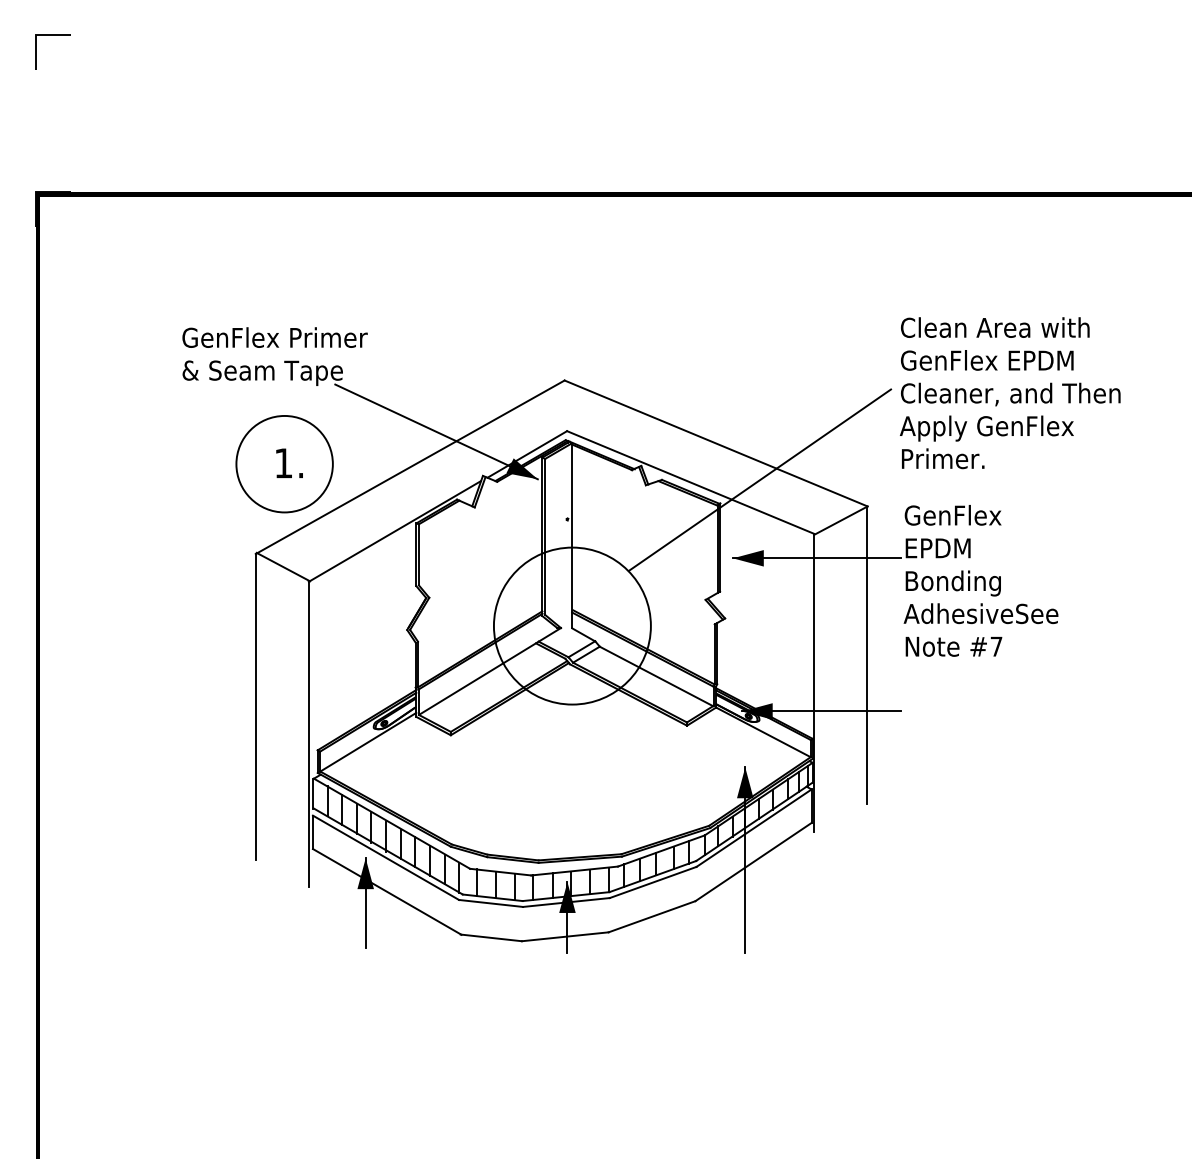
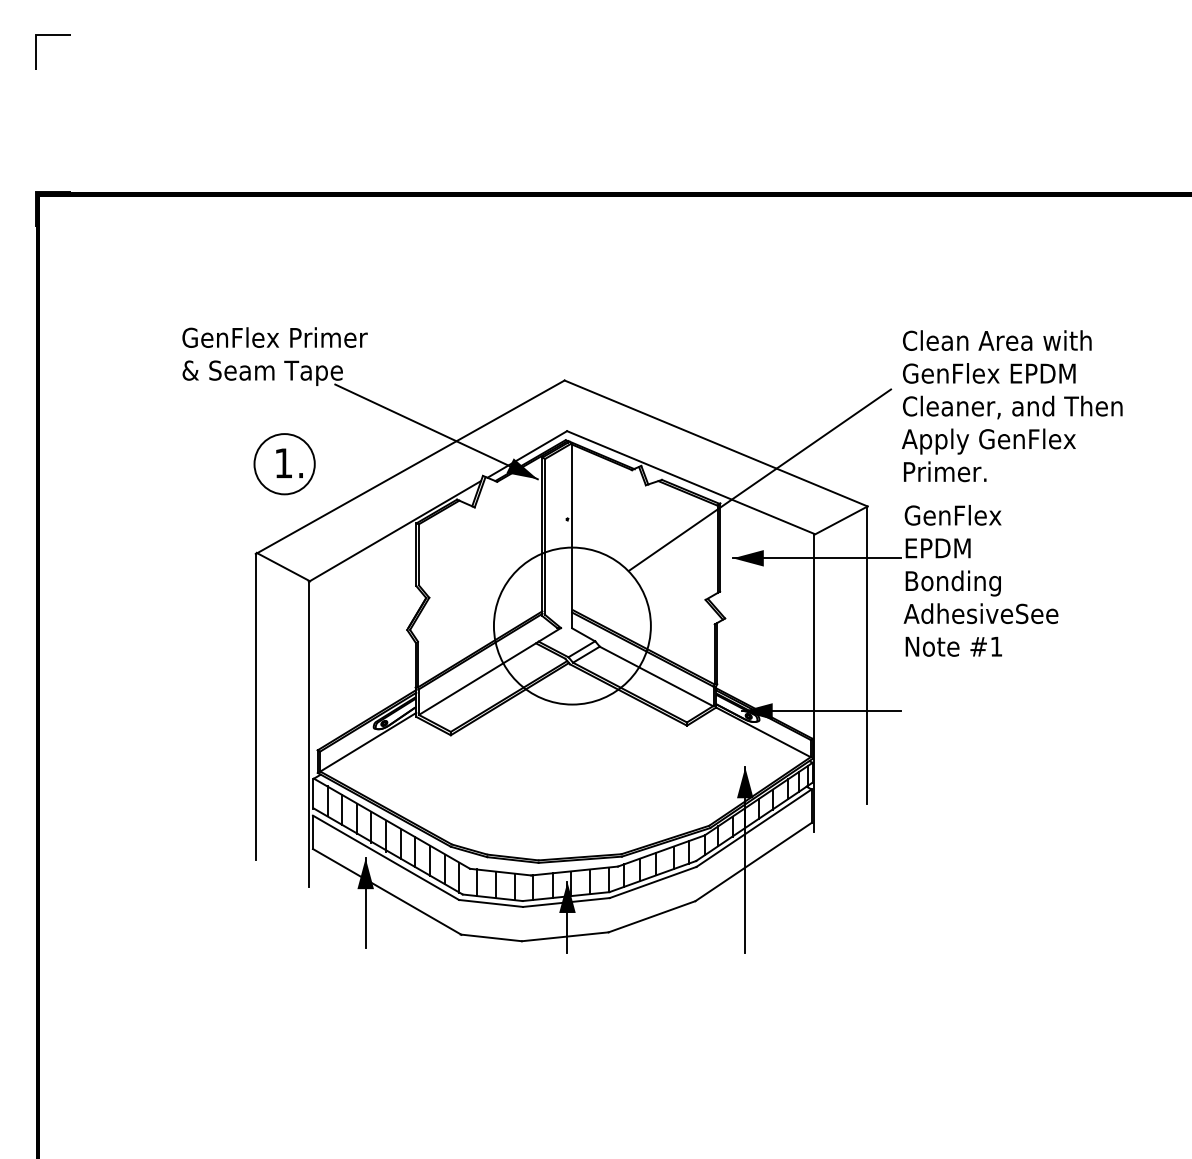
text at (1010, 393) position: (1010, 393) -> (1012, 406)
circle at (284, 463) diameter: 96 px -> 60 px
text at (996, 646): #7 -> #1
